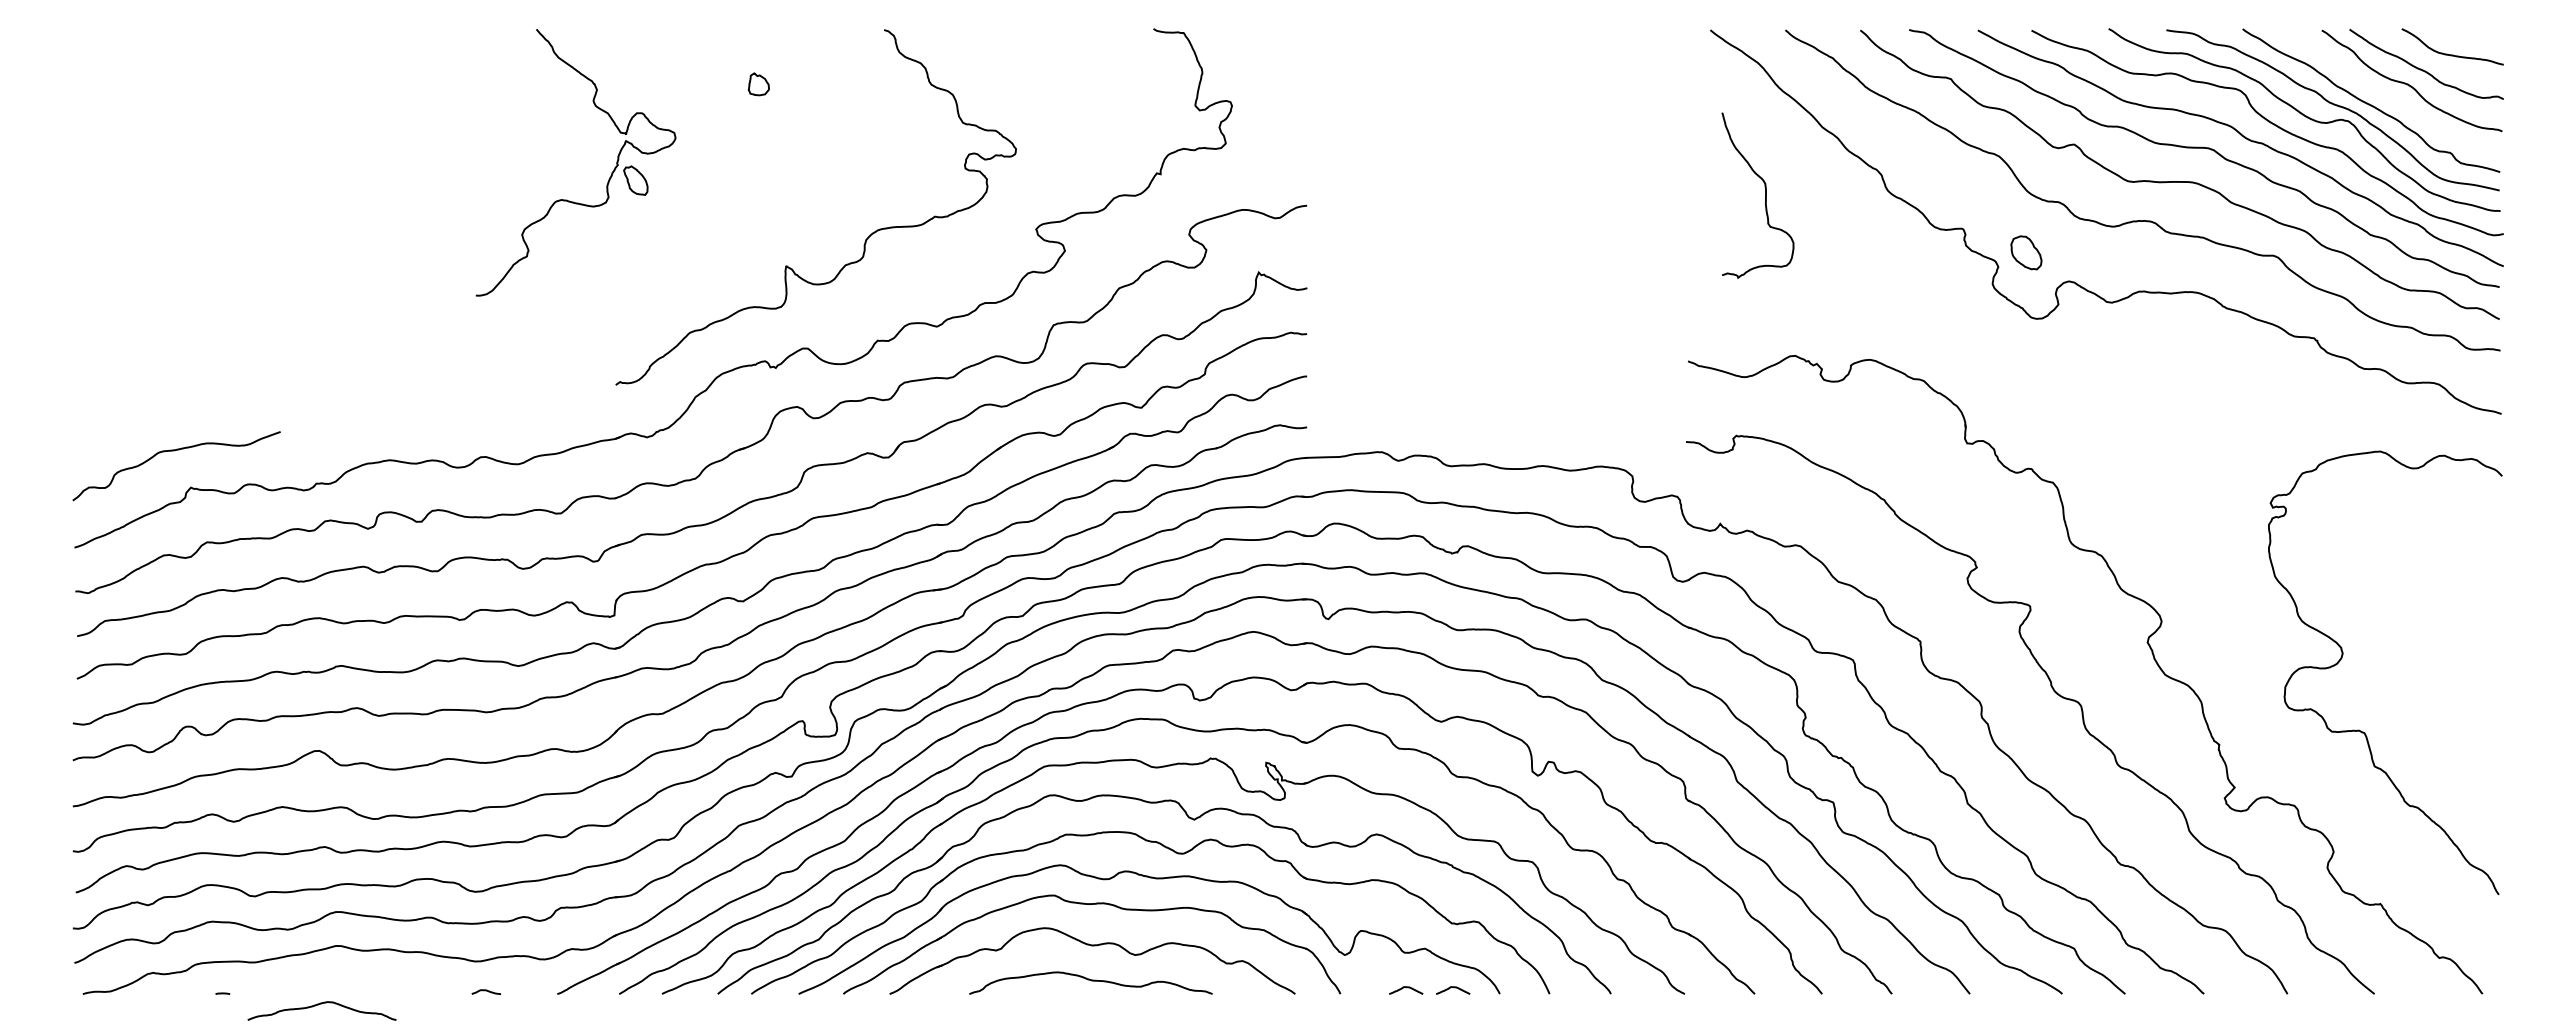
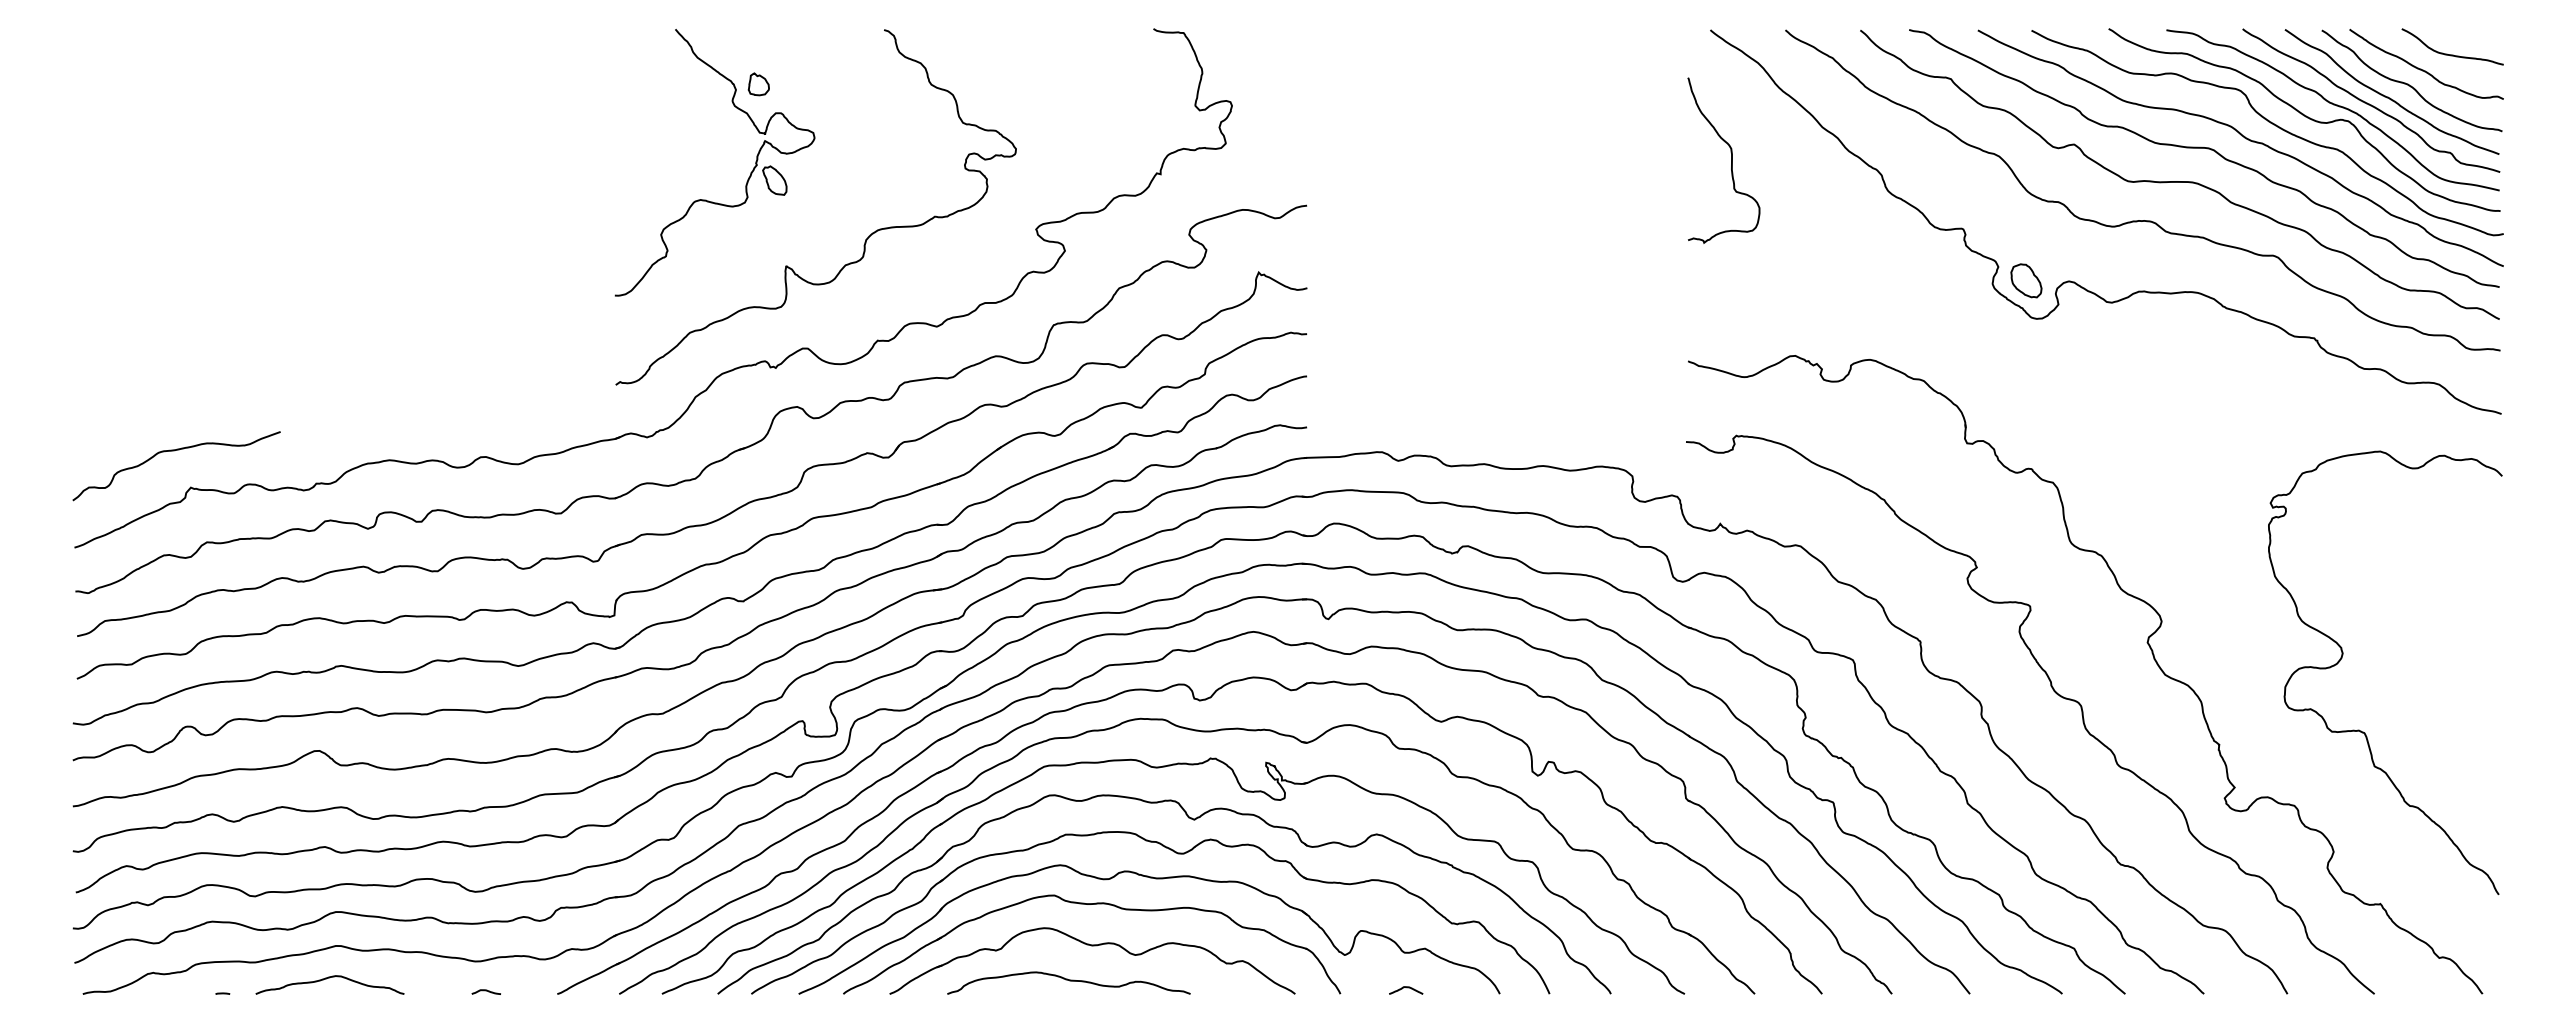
curve at (2388, 96): none -> present
part at (608, 179) position: (608, 179) -> (747, 179)
curve at (1765, 195) position: (1765, 195) -> (1731, 160)
part at (2026, 252) position: (2026, 252) -> (2026, 280)
curve at (1091, 981) position: (1091, 981) -> (1069, 981)
curve at (1453, 988): present -> none
curve at (318, 1005) position: (318, 1005) -> (326, 979)
